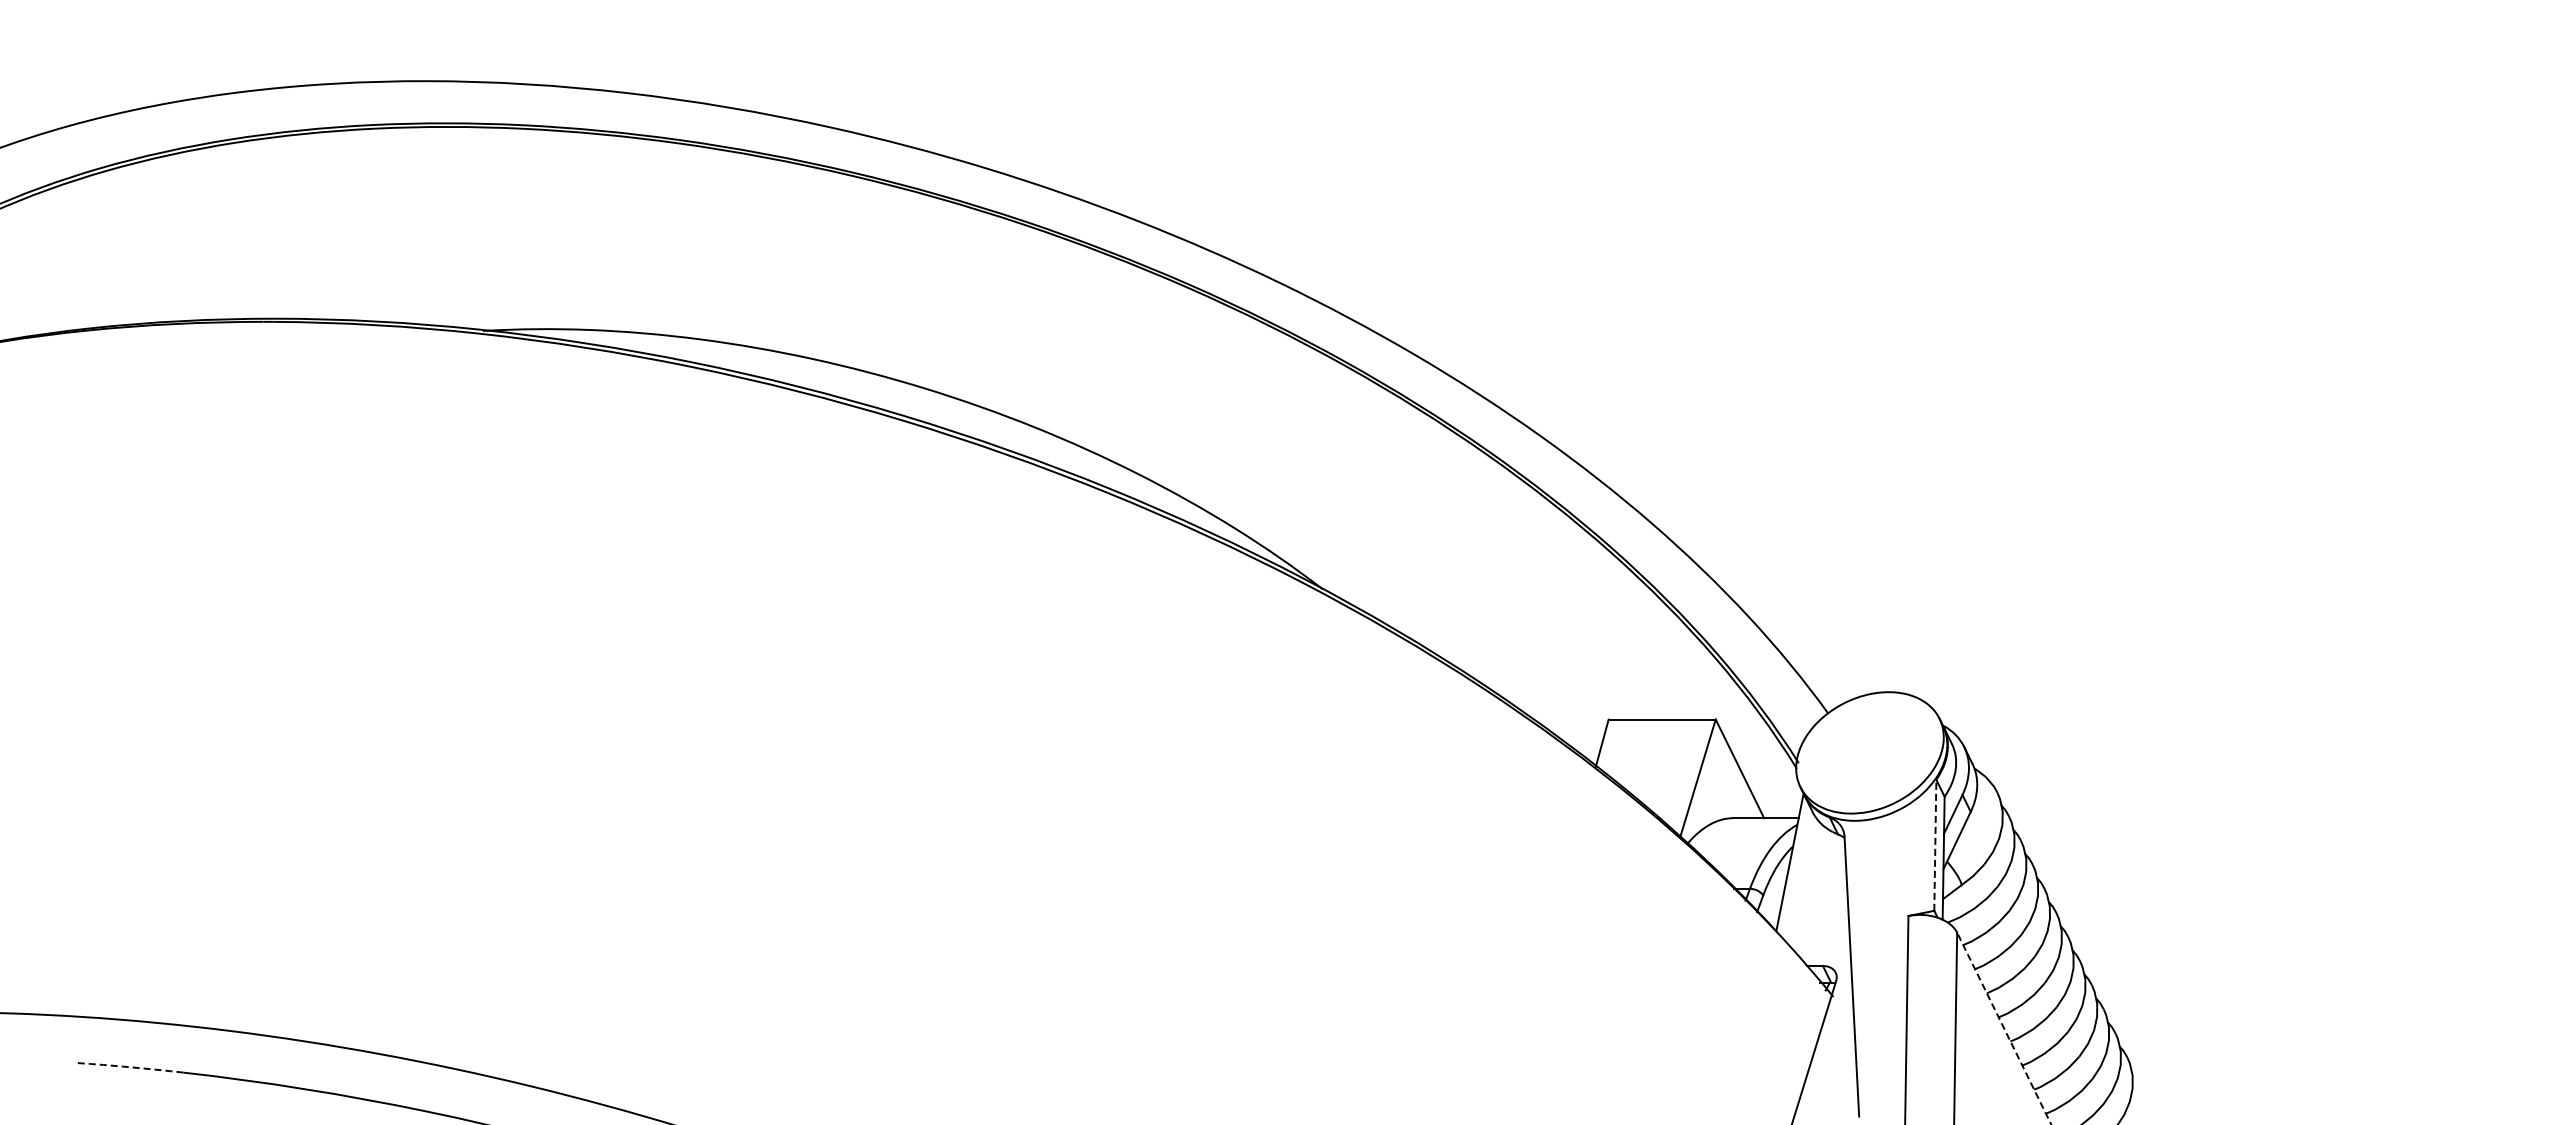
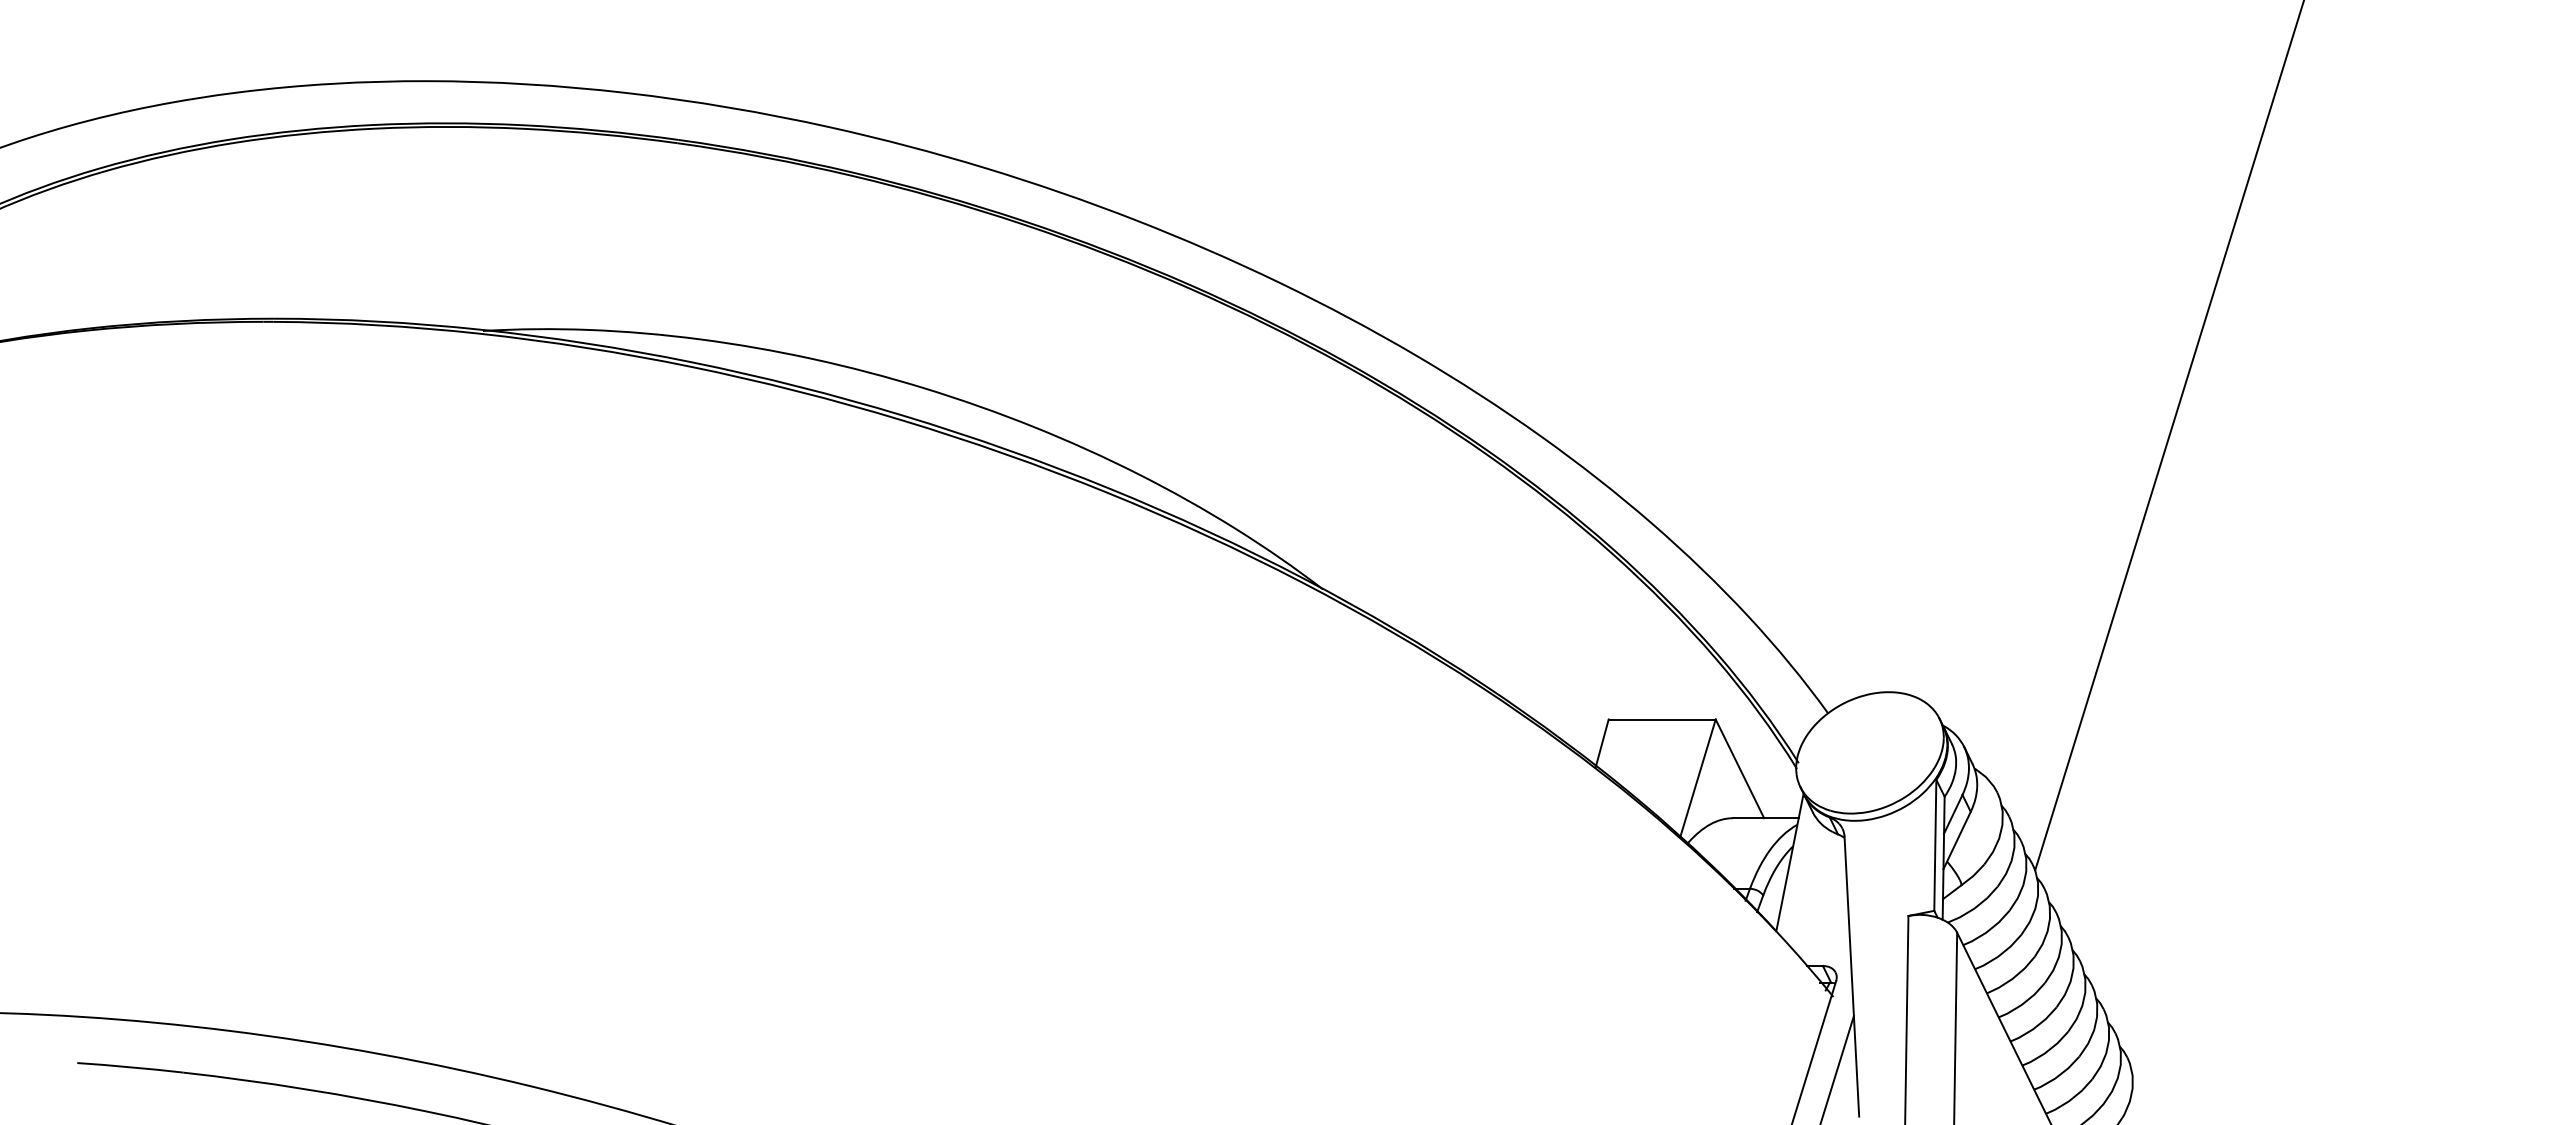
line at (2169, 436): none -> present
line at (1935, 844): dashed -> solid
line at (2004, 1028): dashed -> solid
arc at (130, 1067): dashed -> solid
line at (1837, 1068): none -> present
